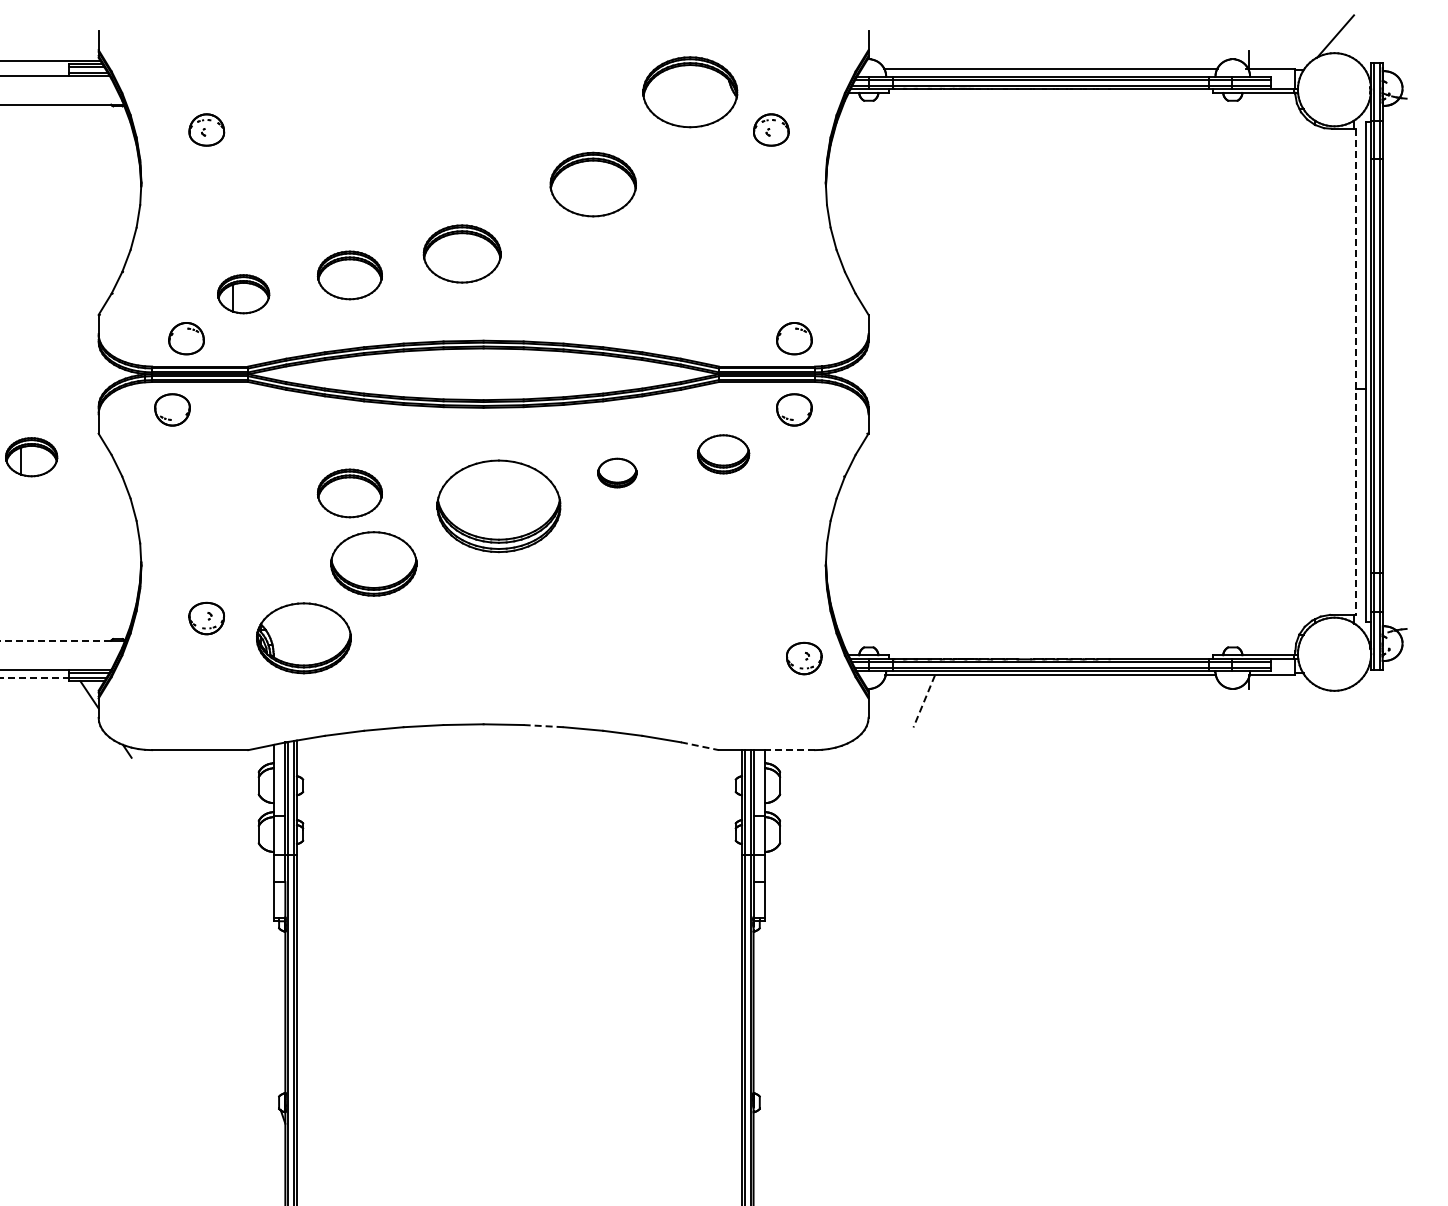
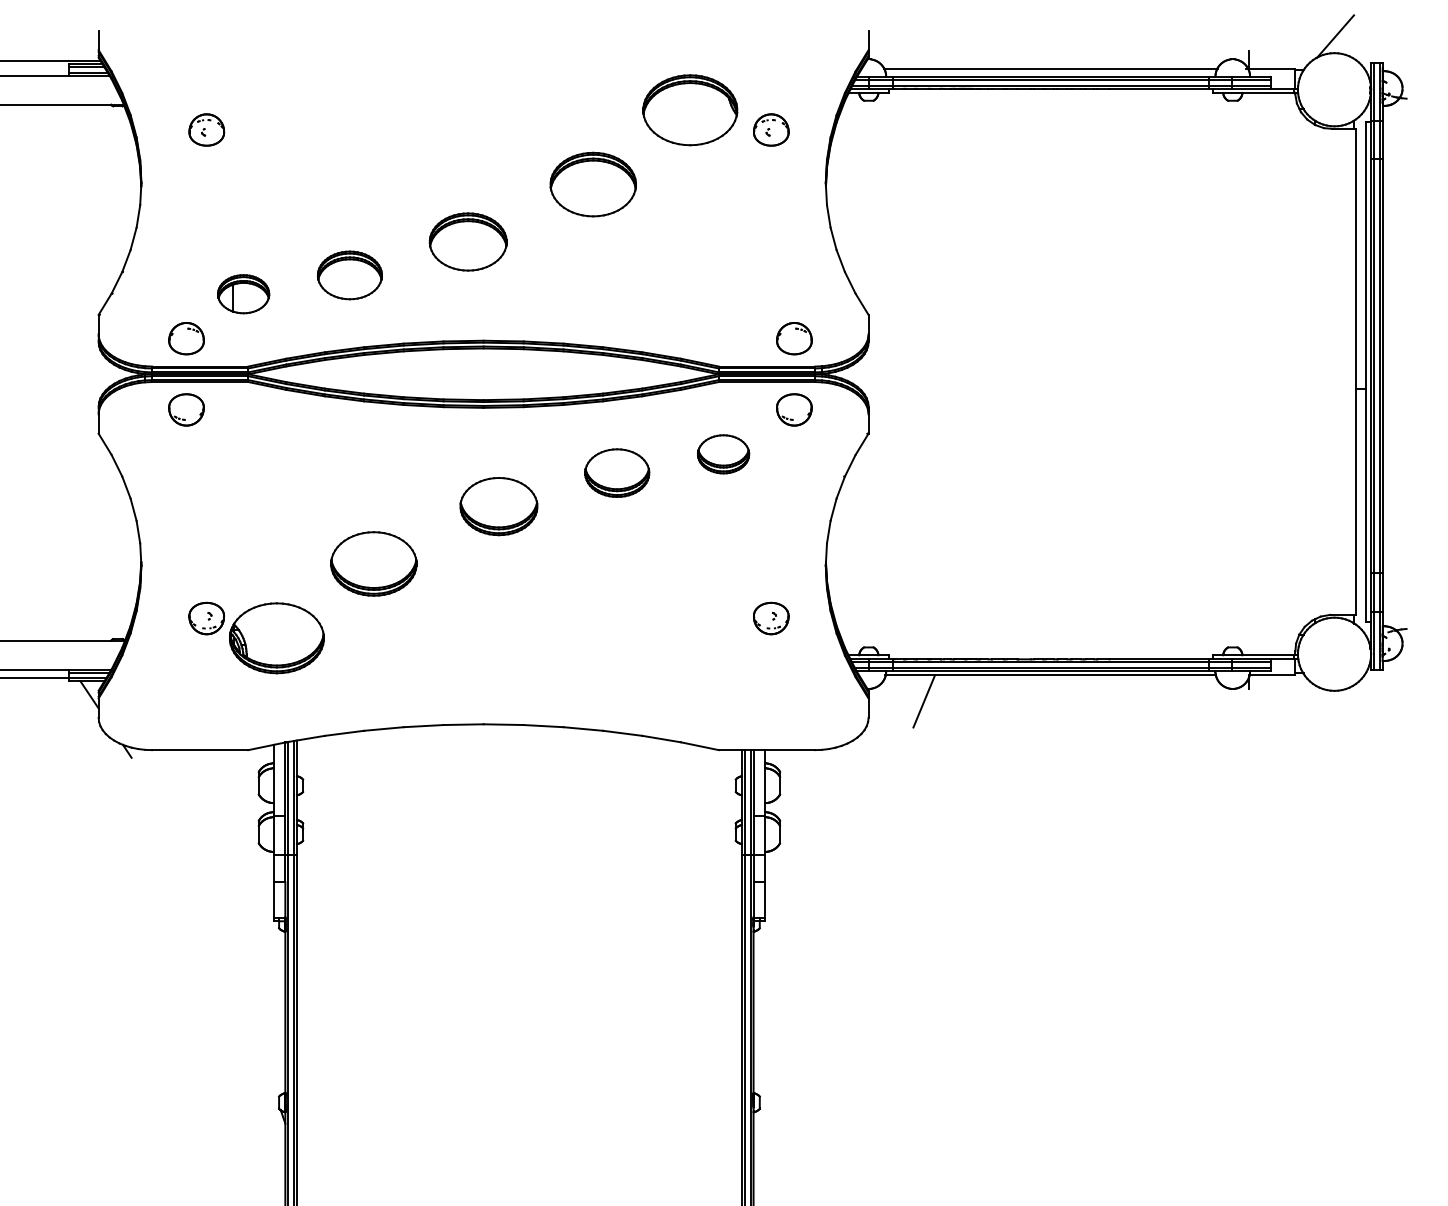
part at (690, 92) position: (690, 92) -> (690, 110)
part at (461, 253) position: (461, 253) -> (467, 241)
line at (1355, 372): dashed -> solid
part at (172, 409) position: (172, 409) -> (186, 409)
part at (31, 457): present -> none
part at (617, 472) size: 41x32 px -> 67x50 px
part at (349, 493): present -> none
part at (498, 506) size: 126x95 px -> 80x60 px
part at (303, 638) position: (303, 638) -> (276, 638)
line at (55, 640): dashed -> solid
part at (804, 658) position: (804, 658) -> (771, 618)
line at (35, 677): dashed -> solid
line at (924, 701): dashed -> solid
line at (543, 726): dashed -> solid
line at (700, 746): dashed -> solid
line at (790, 750): dashed -> solid
